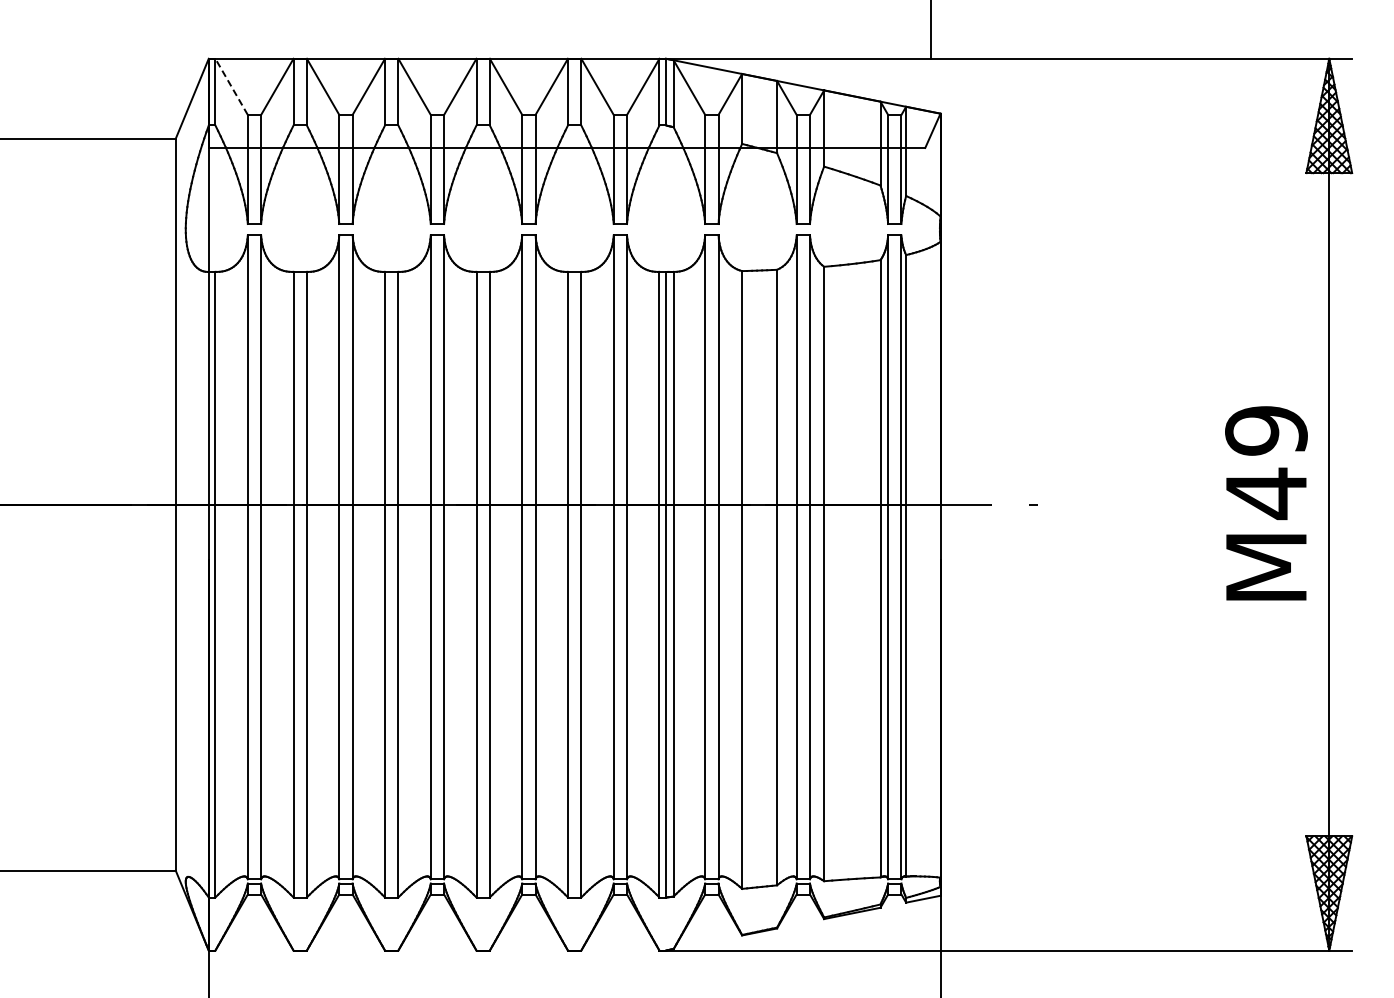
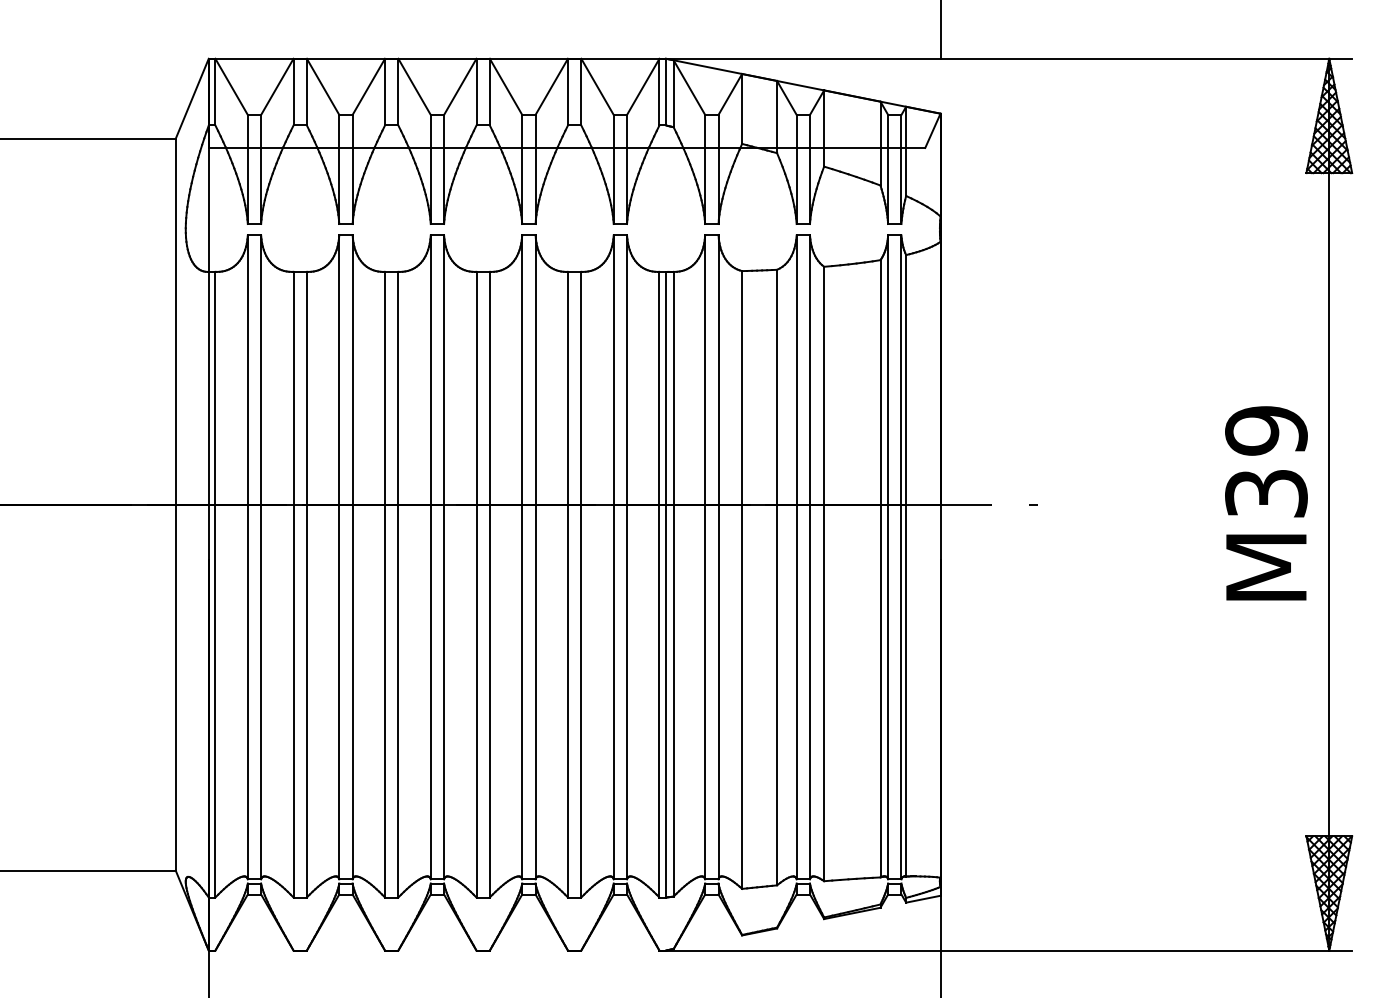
line at (930, 30) position: (930, 30) -> (940, 30)
line at (231, 86): dashed -> solid
text at (1266, 493): M49 -> M39
